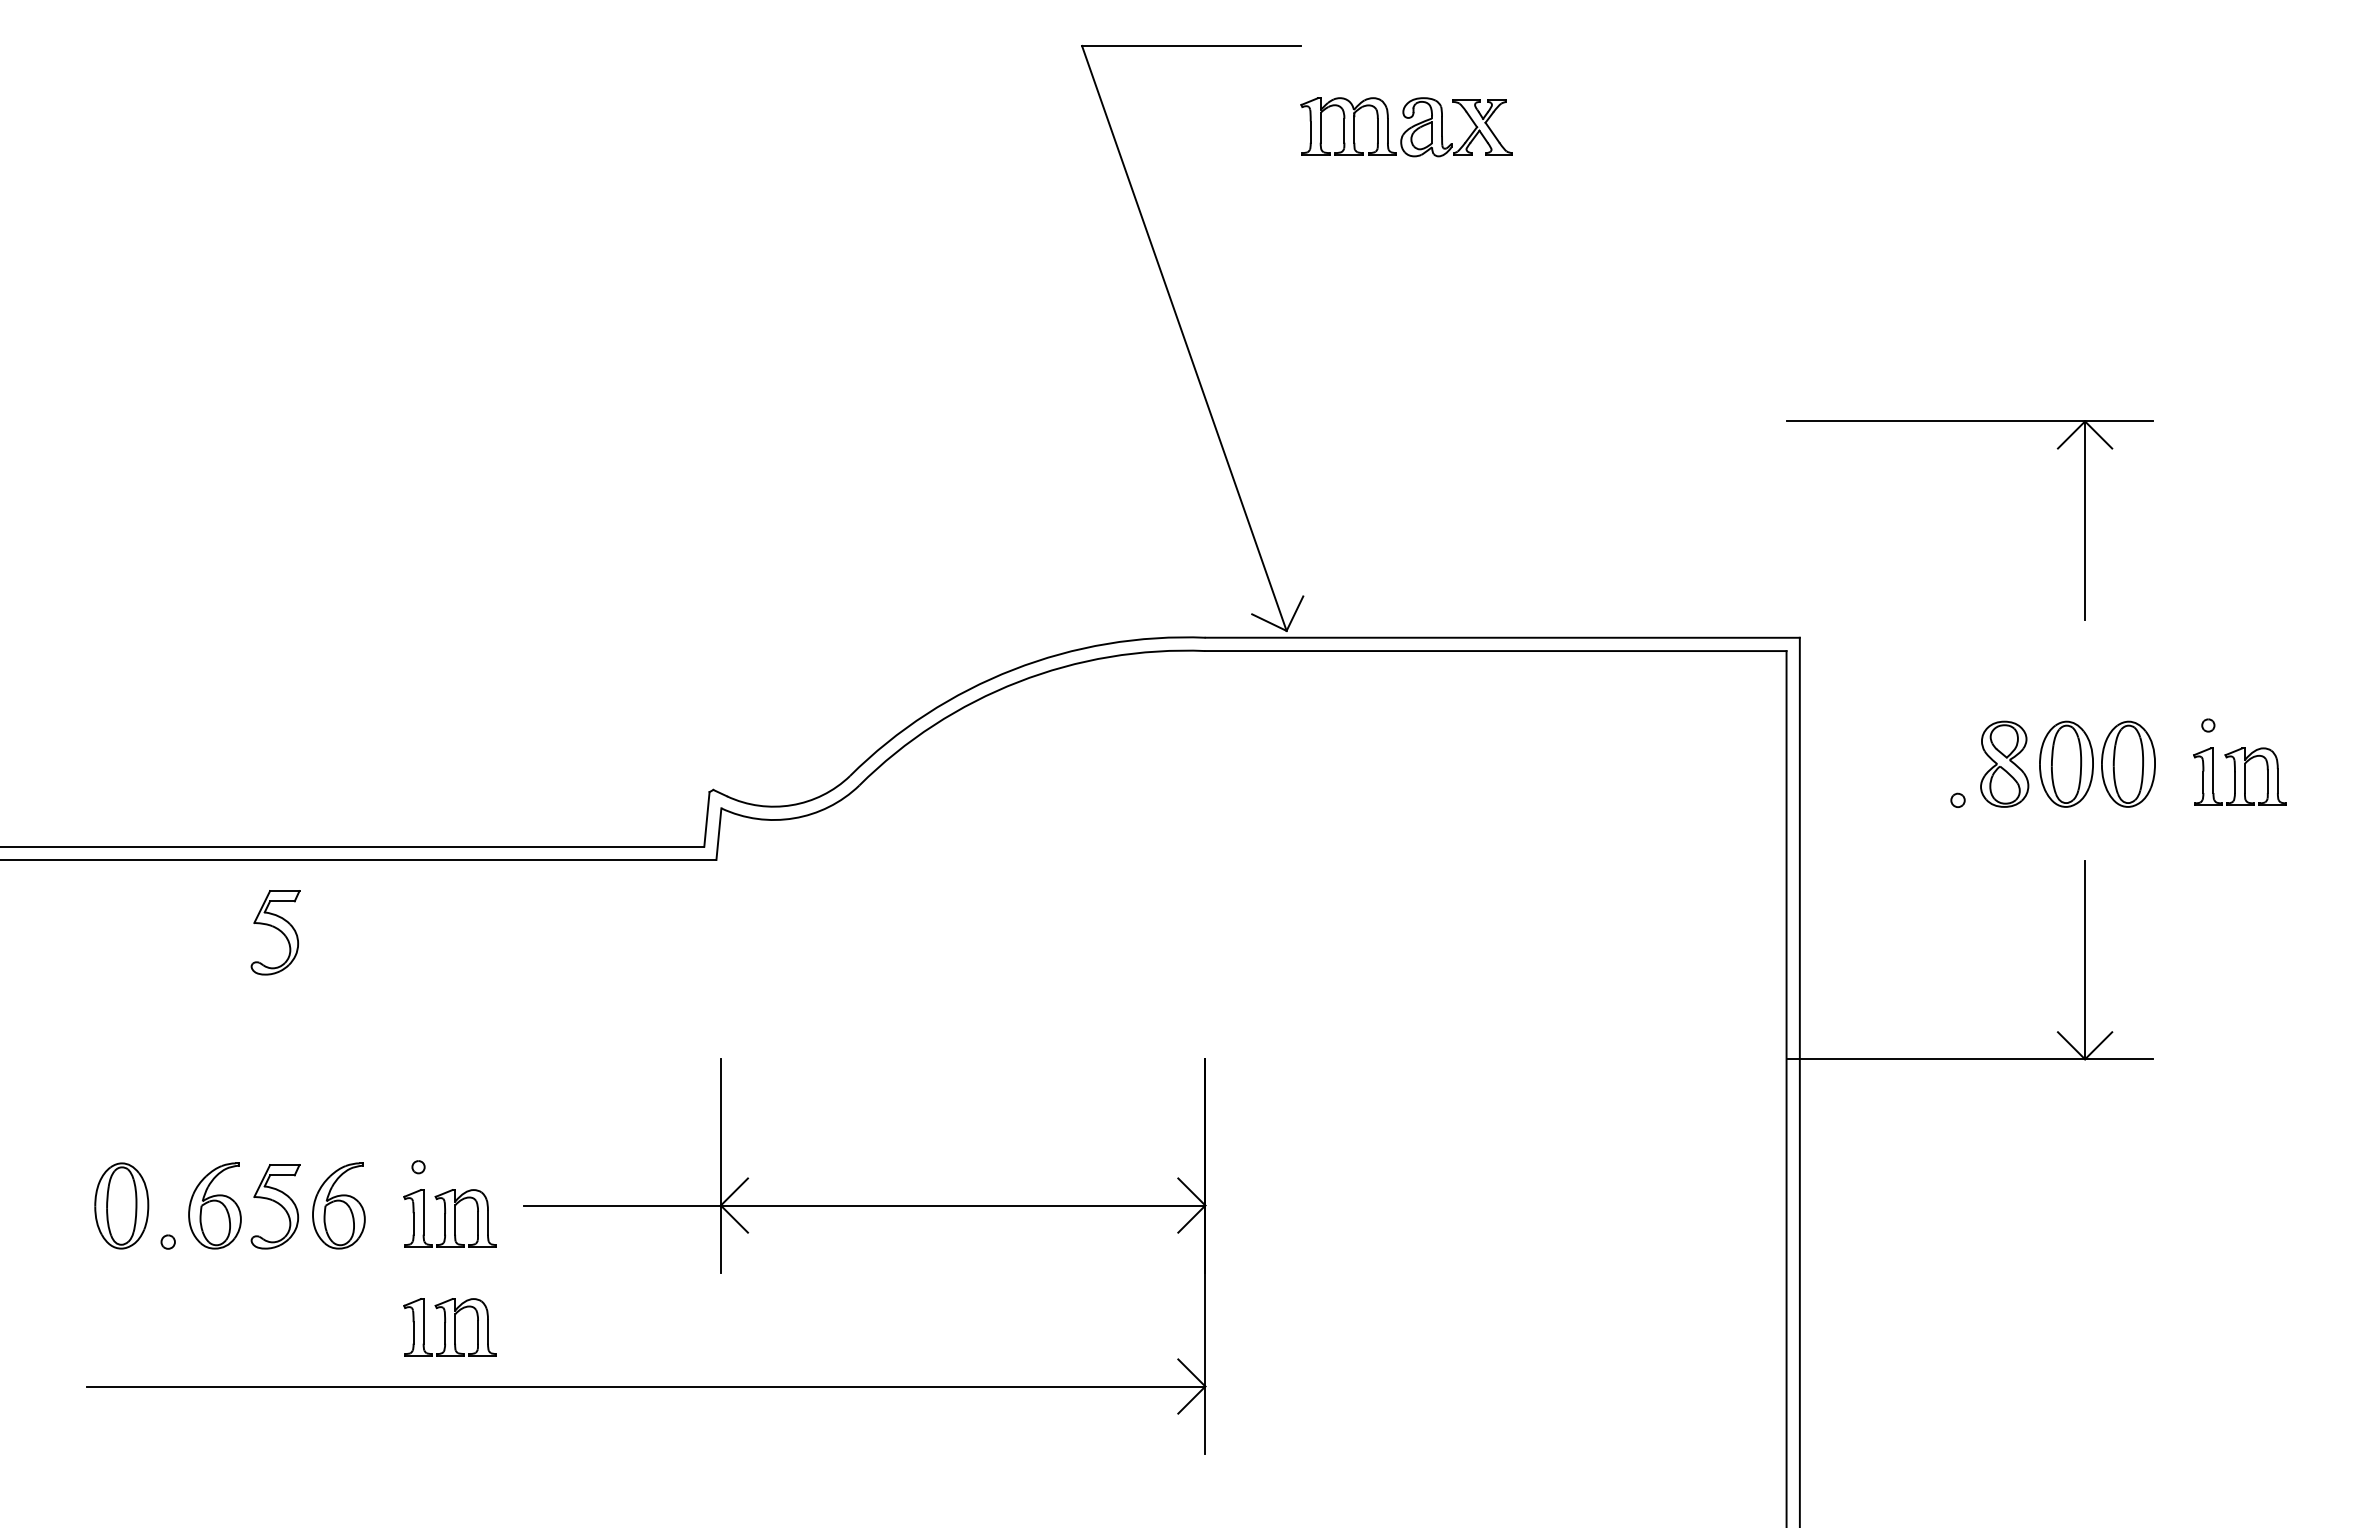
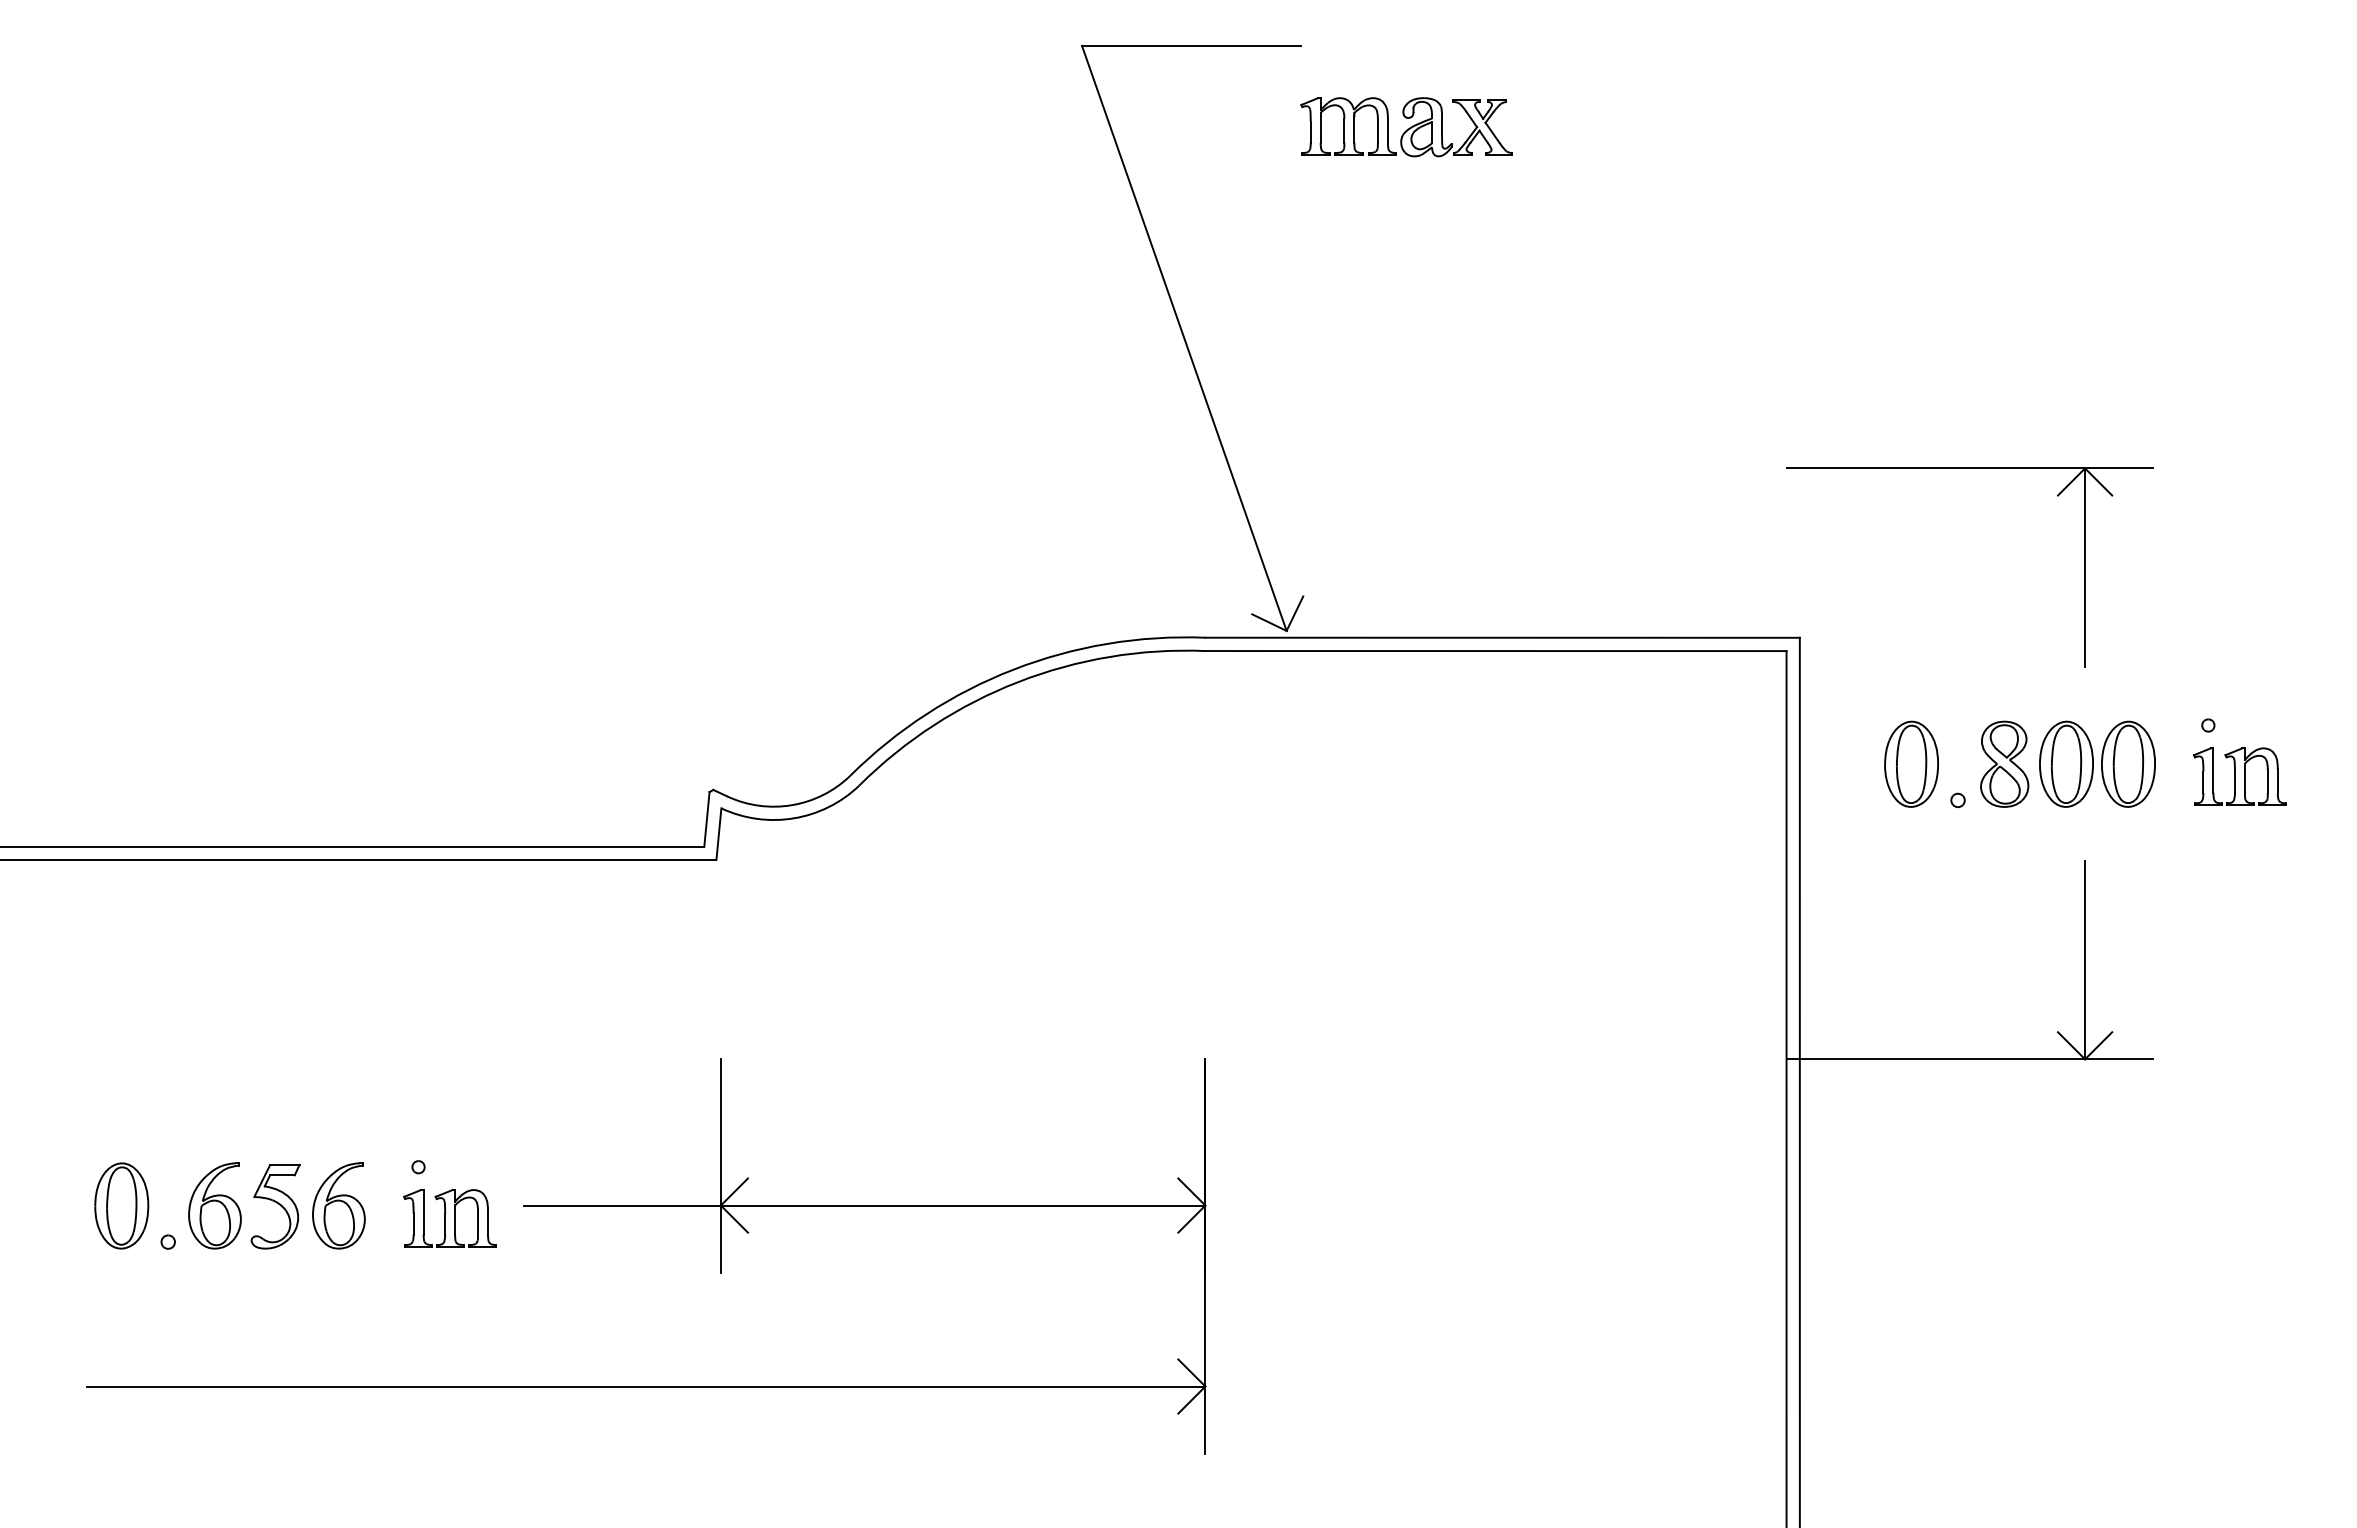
part at (1969, 421) position: (1969, 421) -> (1969, 468)
part at (1911, 763): none -> present
part at (275, 932): present -> none
part at (449, 1327): present -> none
